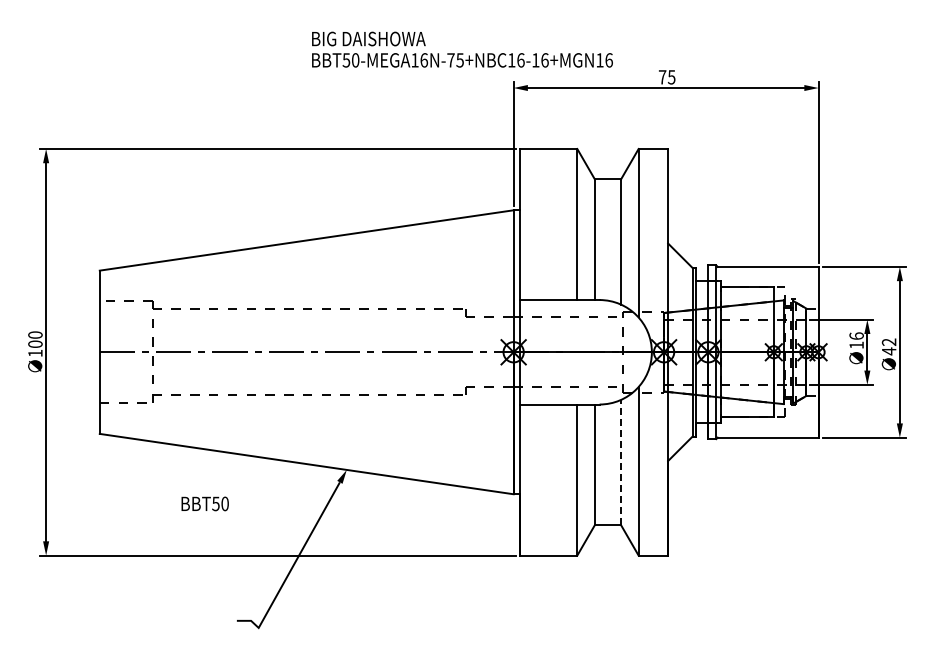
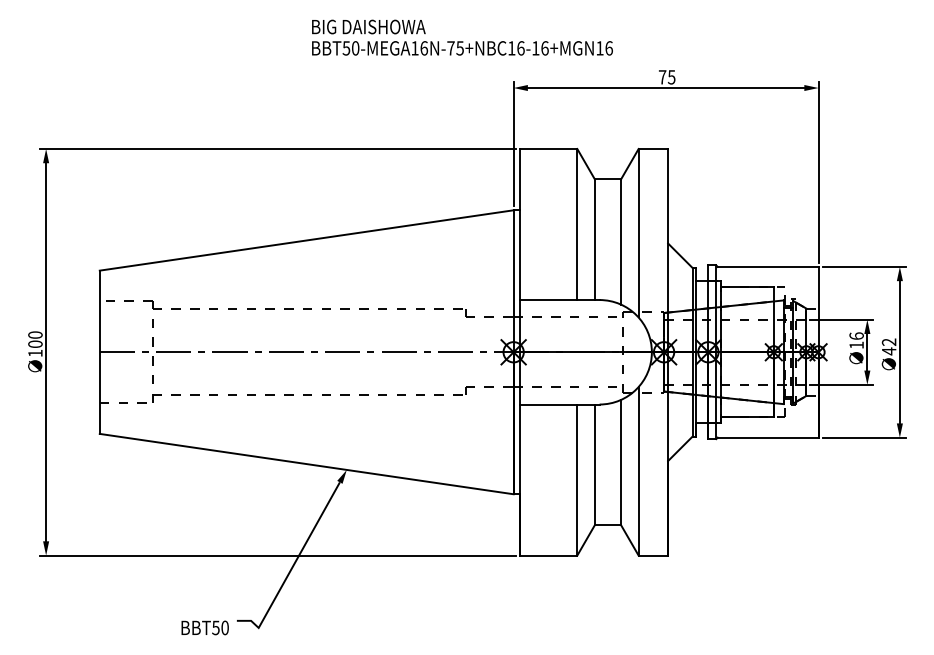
text at (462, 49) position: (462, 49) -> (462, 37)
line at (621, 462): dashed -> solid
text at (204, 503) position: (204, 503) -> (204, 627)
